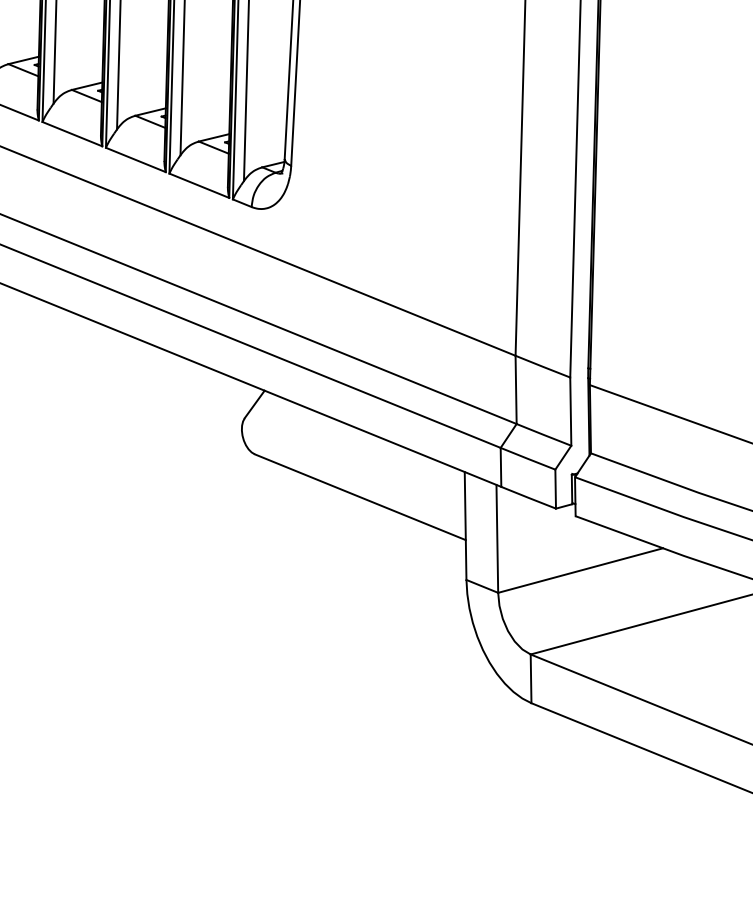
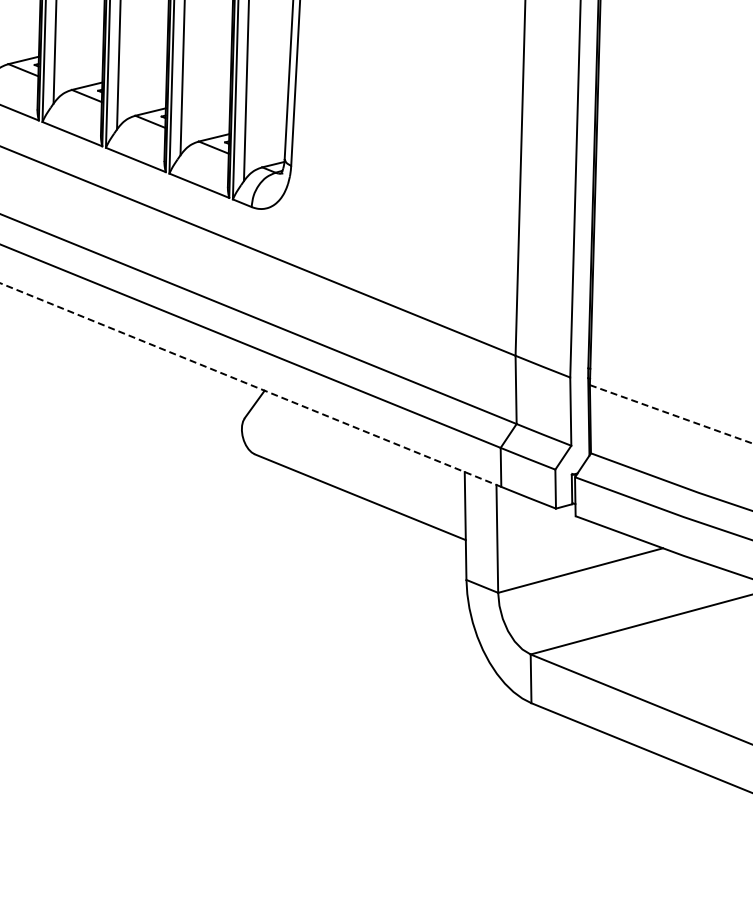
line at (251, 385): solid -> dashed
line at (671, 414): solid -> dashed
